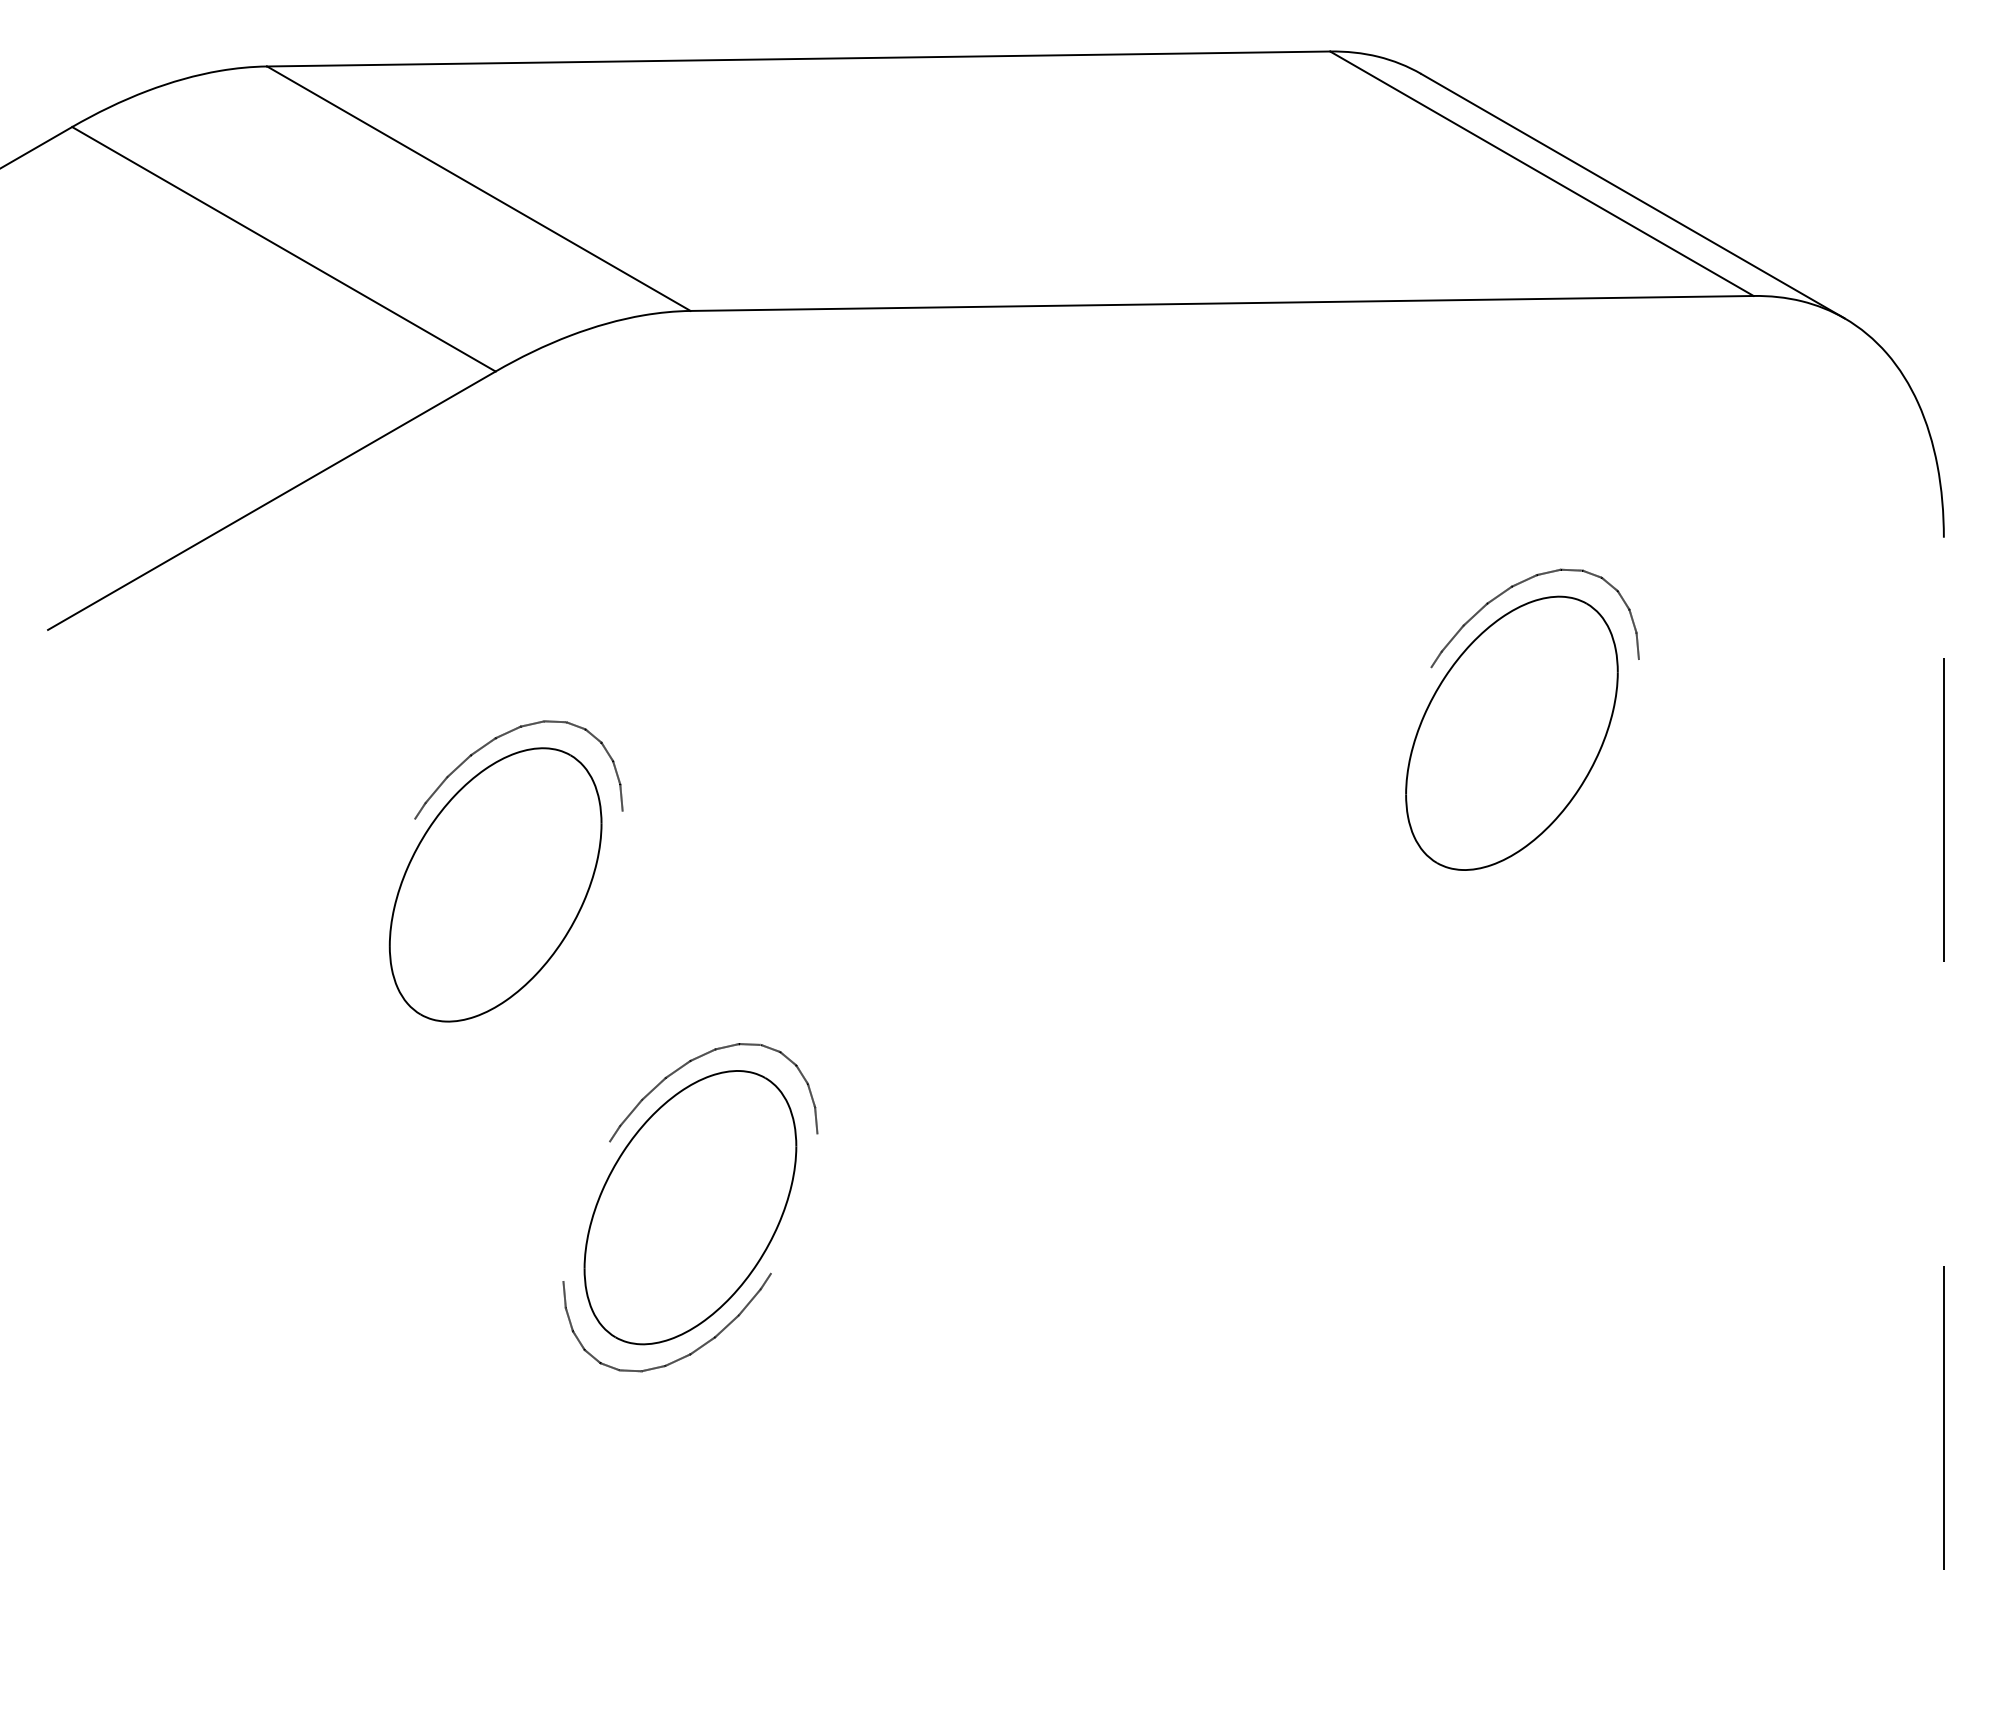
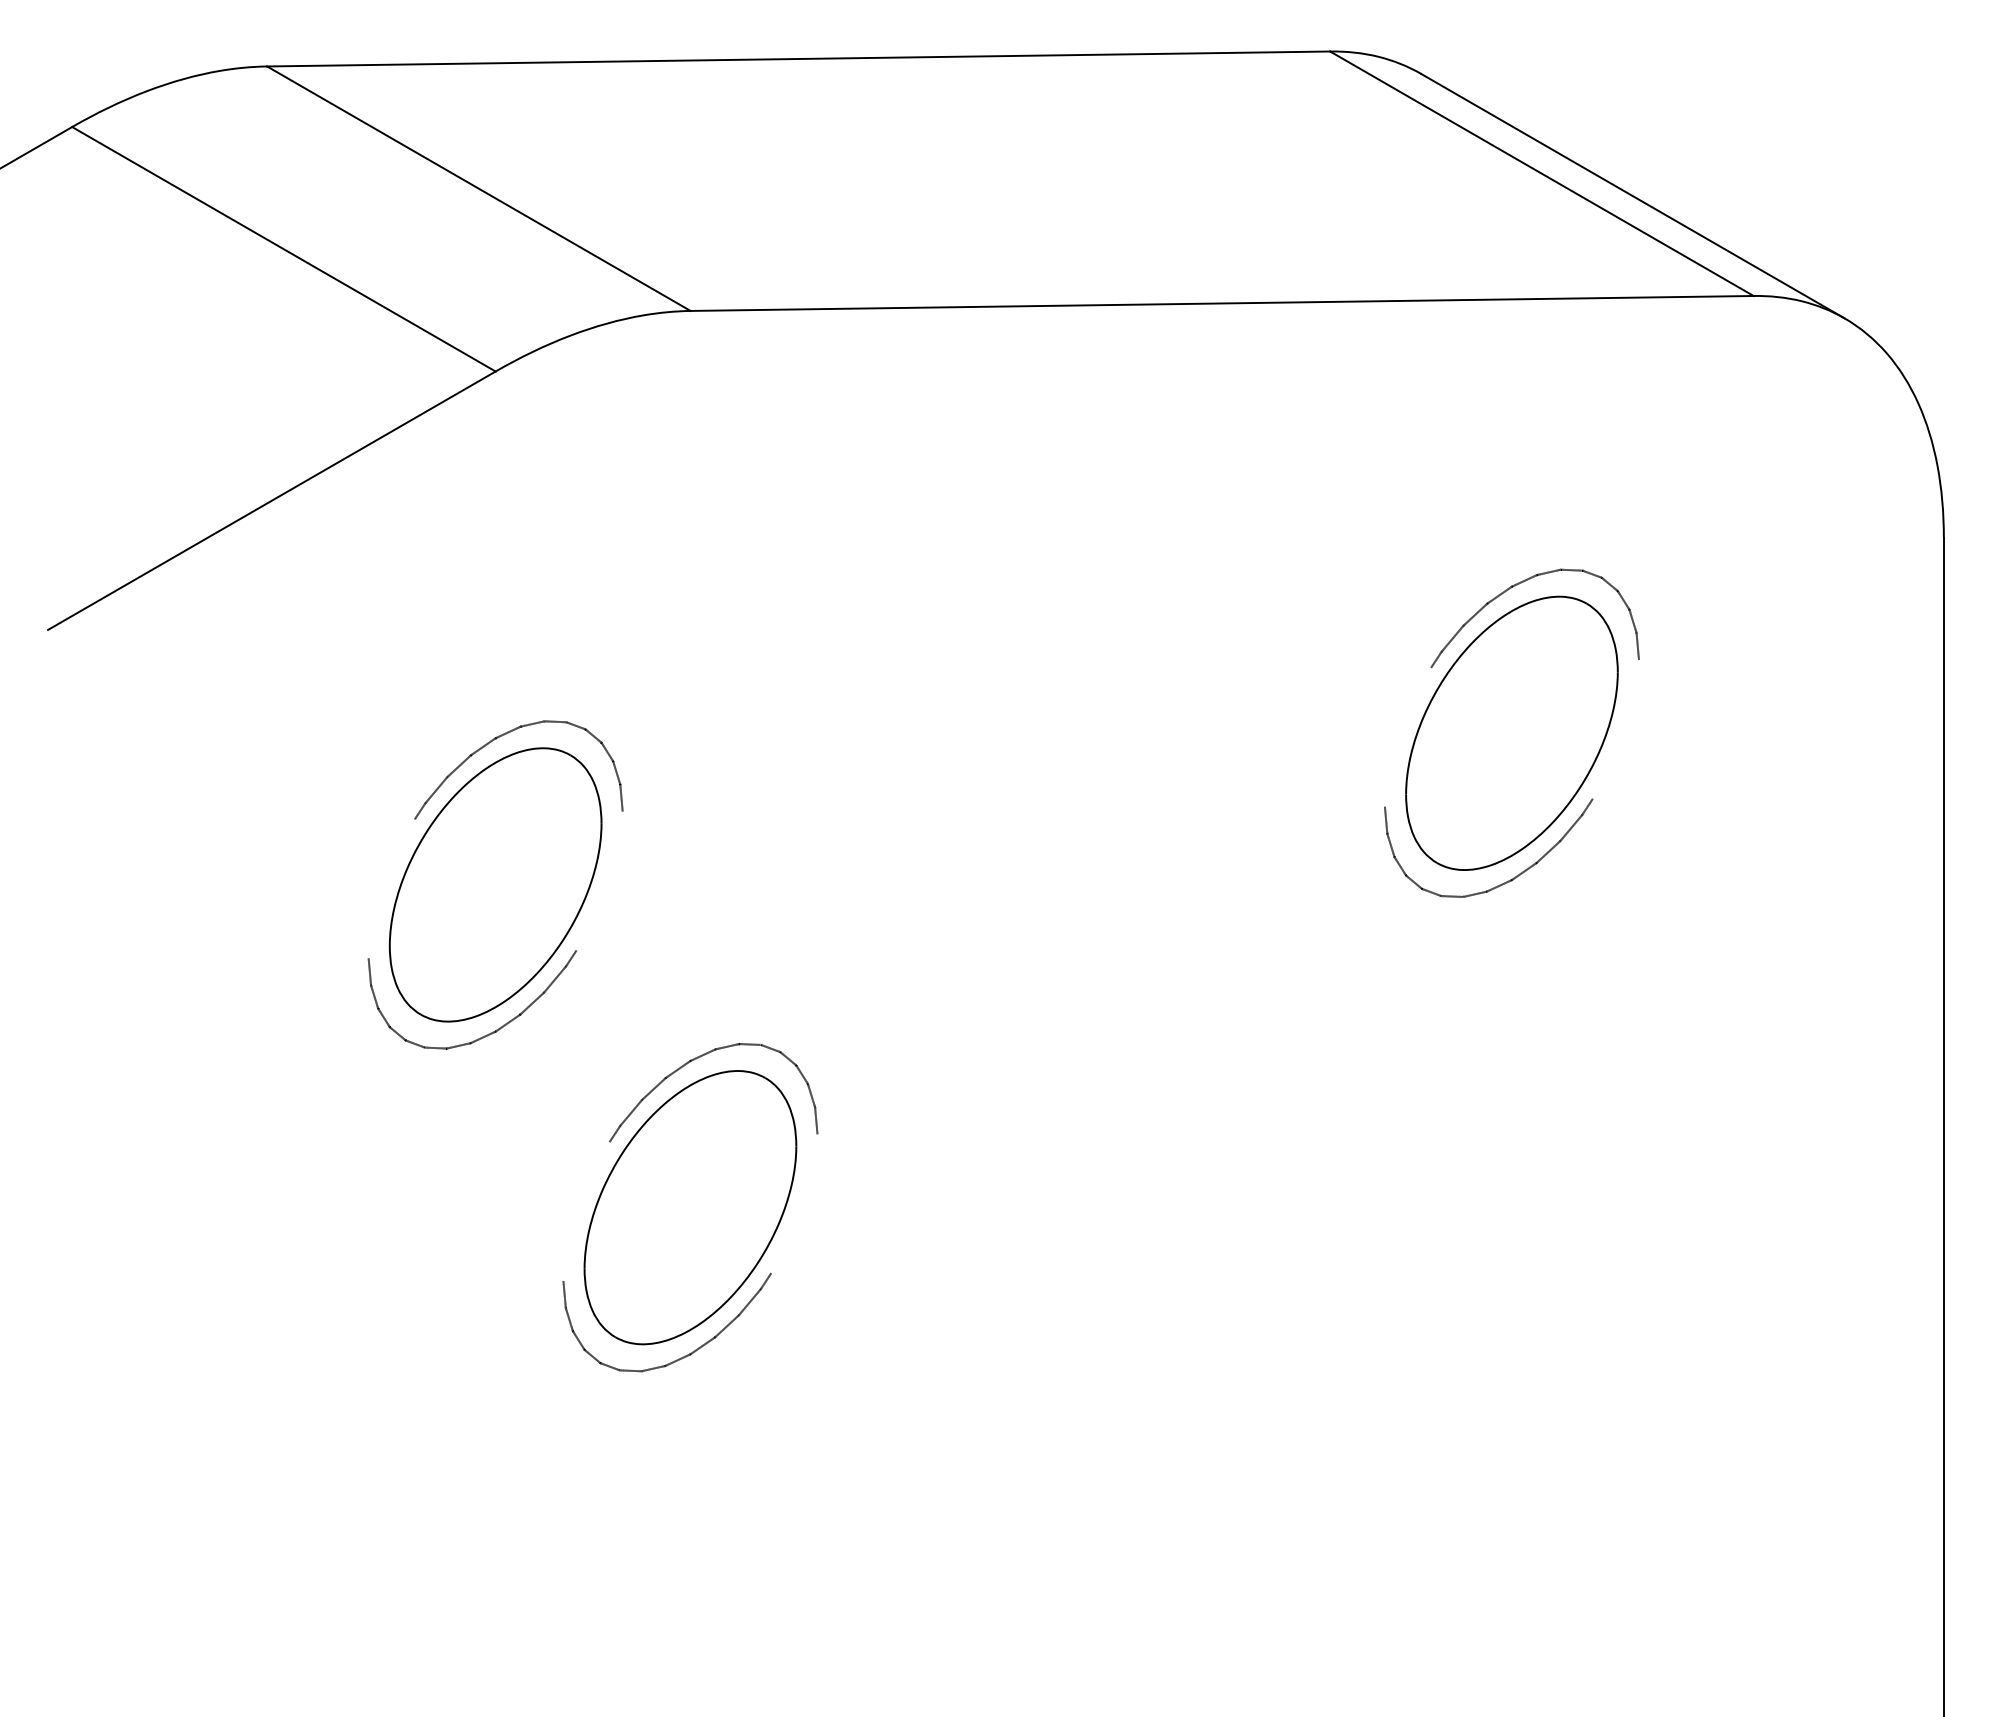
curve at (1503, 882): none -> present
curve at (488, 1033): none -> present
line at (1943, 1126): dashed -> solid
